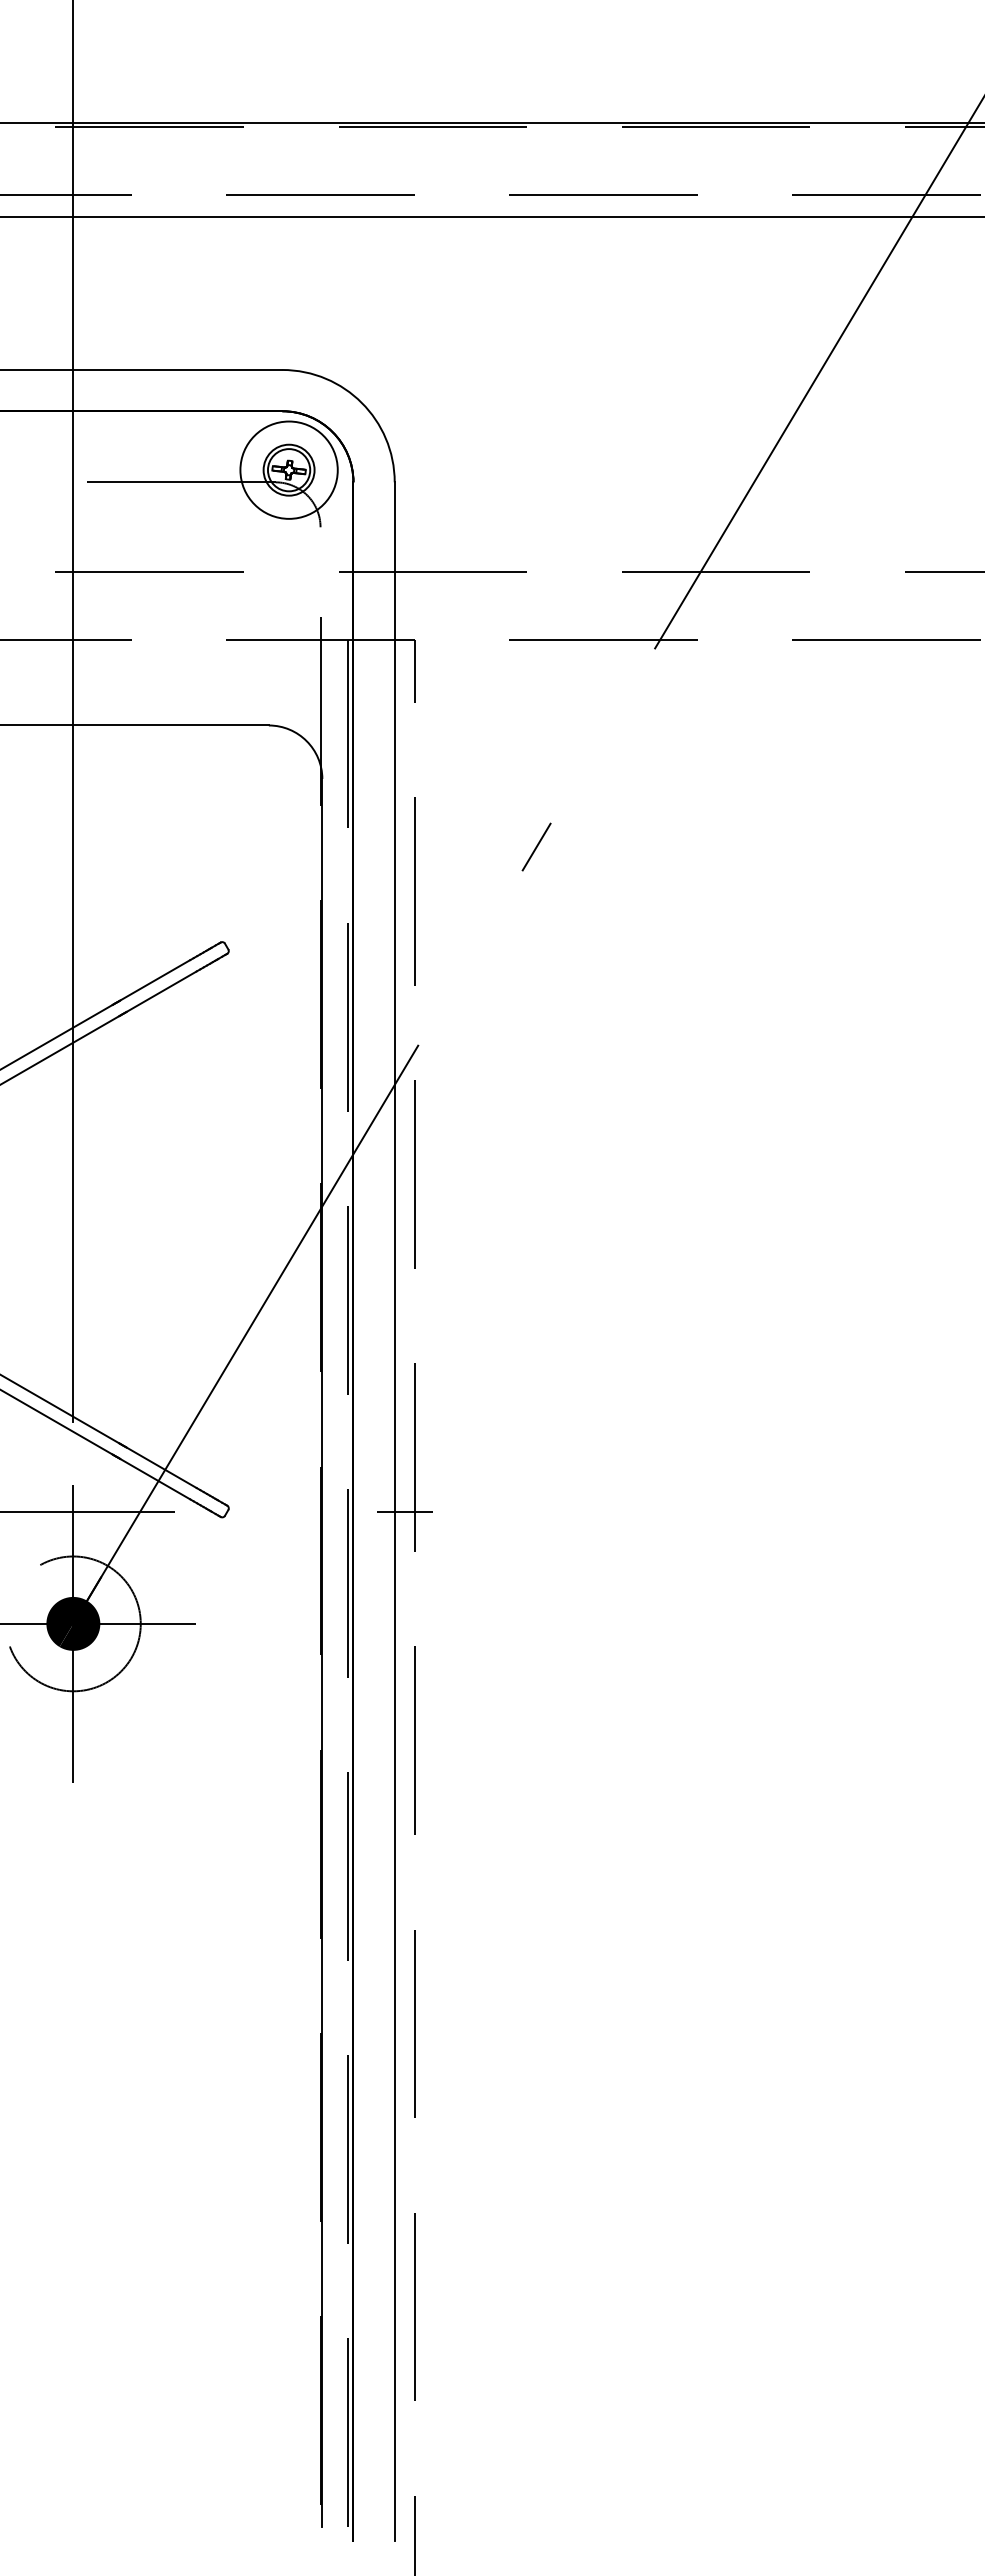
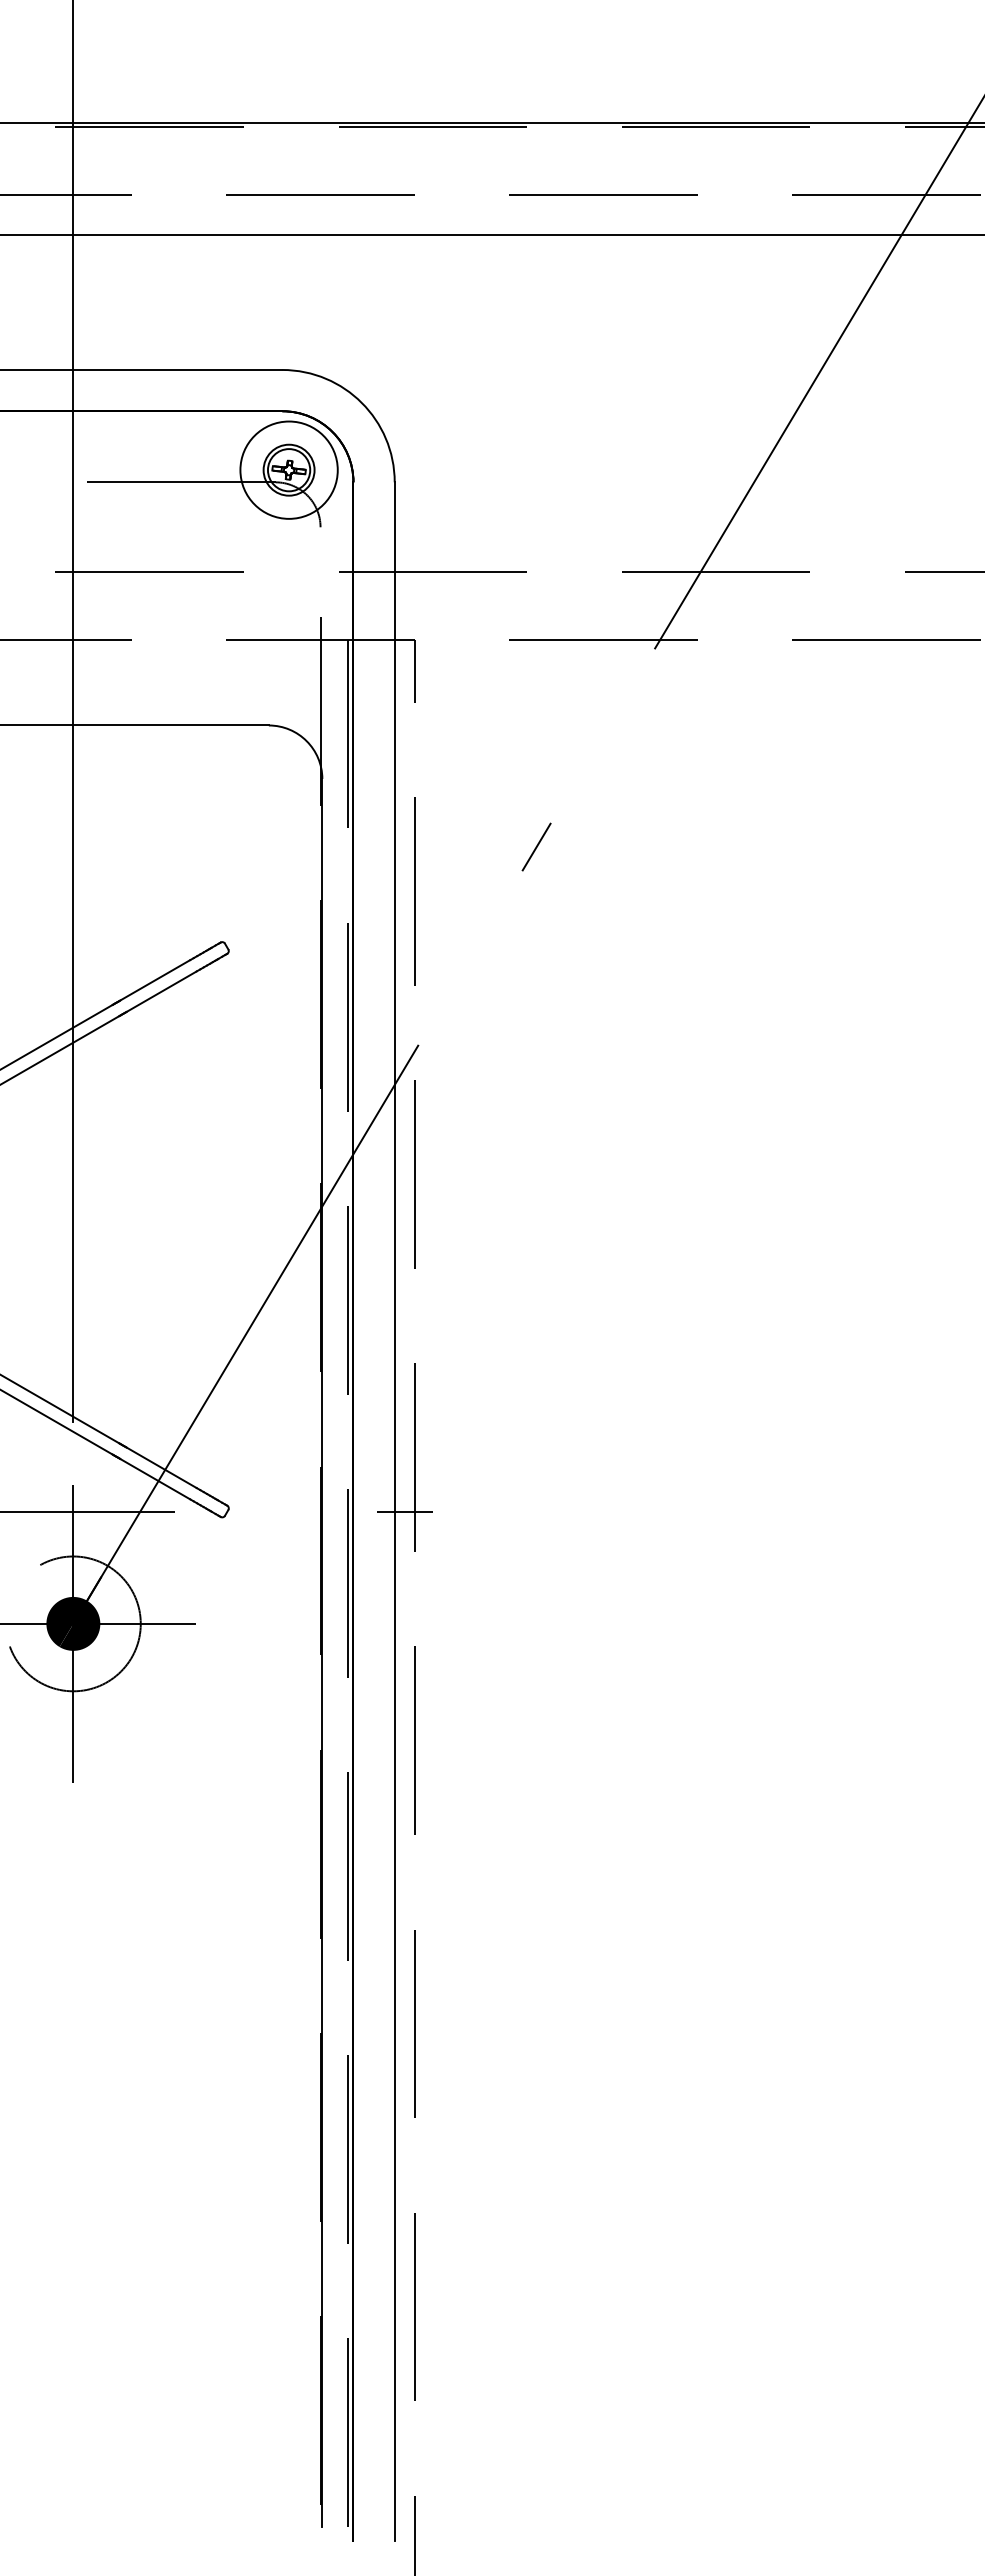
line at (491, 217) position: (491, 217) -> (491, 235)
